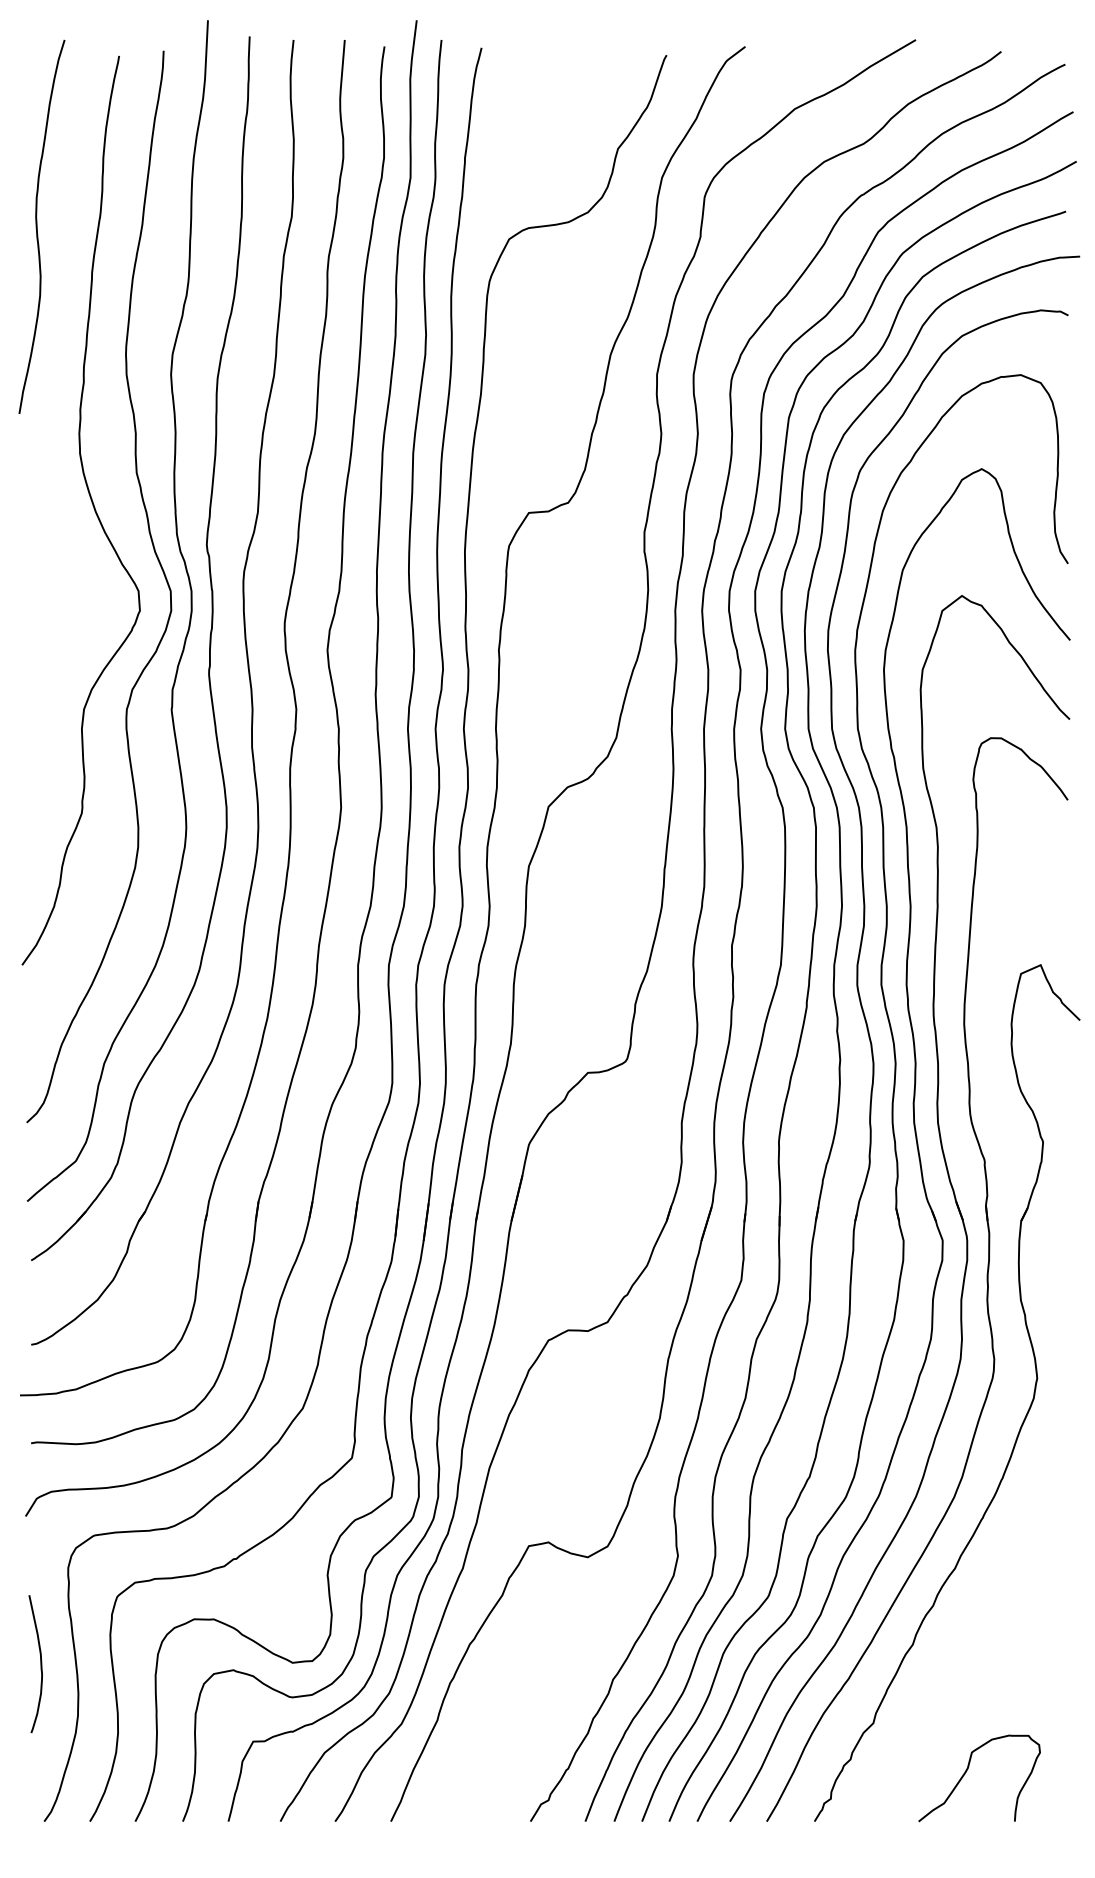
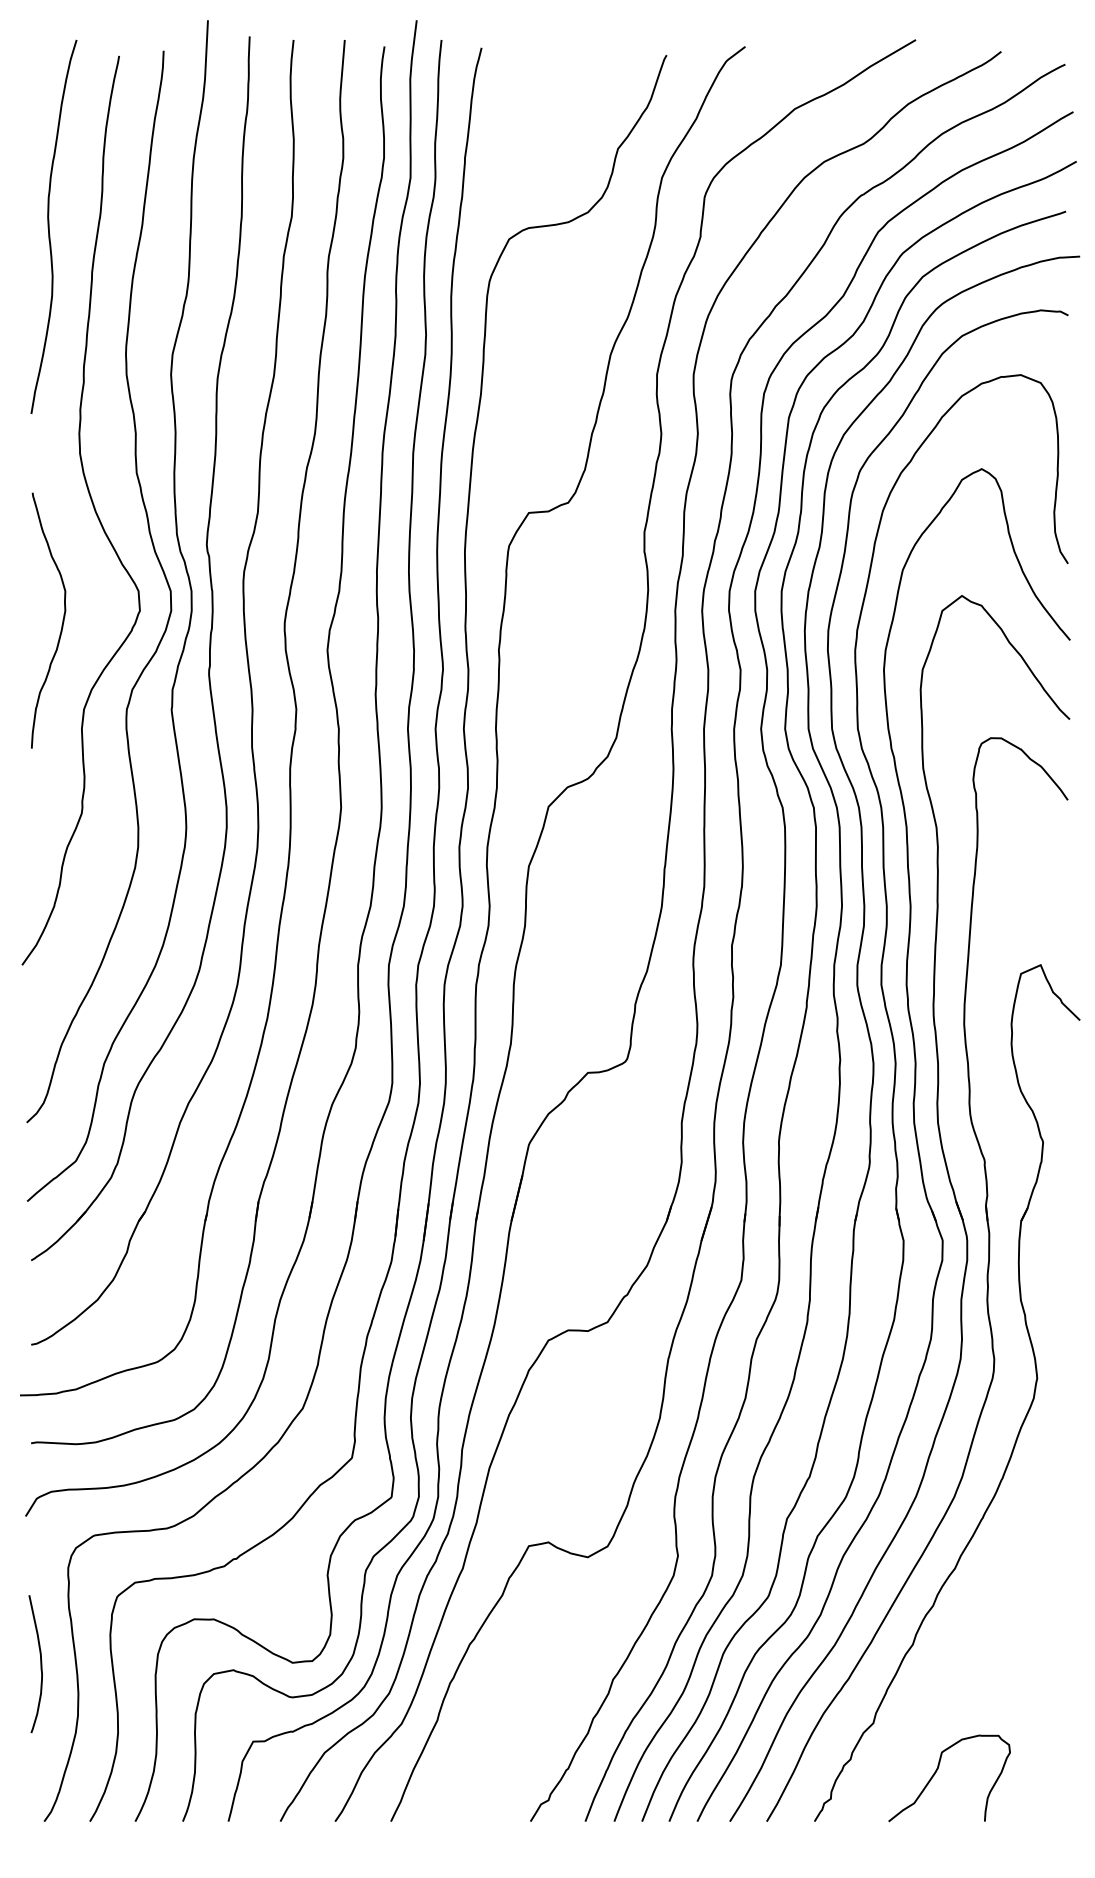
curve at (37, 226) position: (37, 226) -> (49, 226)
curve at (61, 624): none -> present
curve at (968, 1769) position: (968, 1769) -> (938, 1769)
